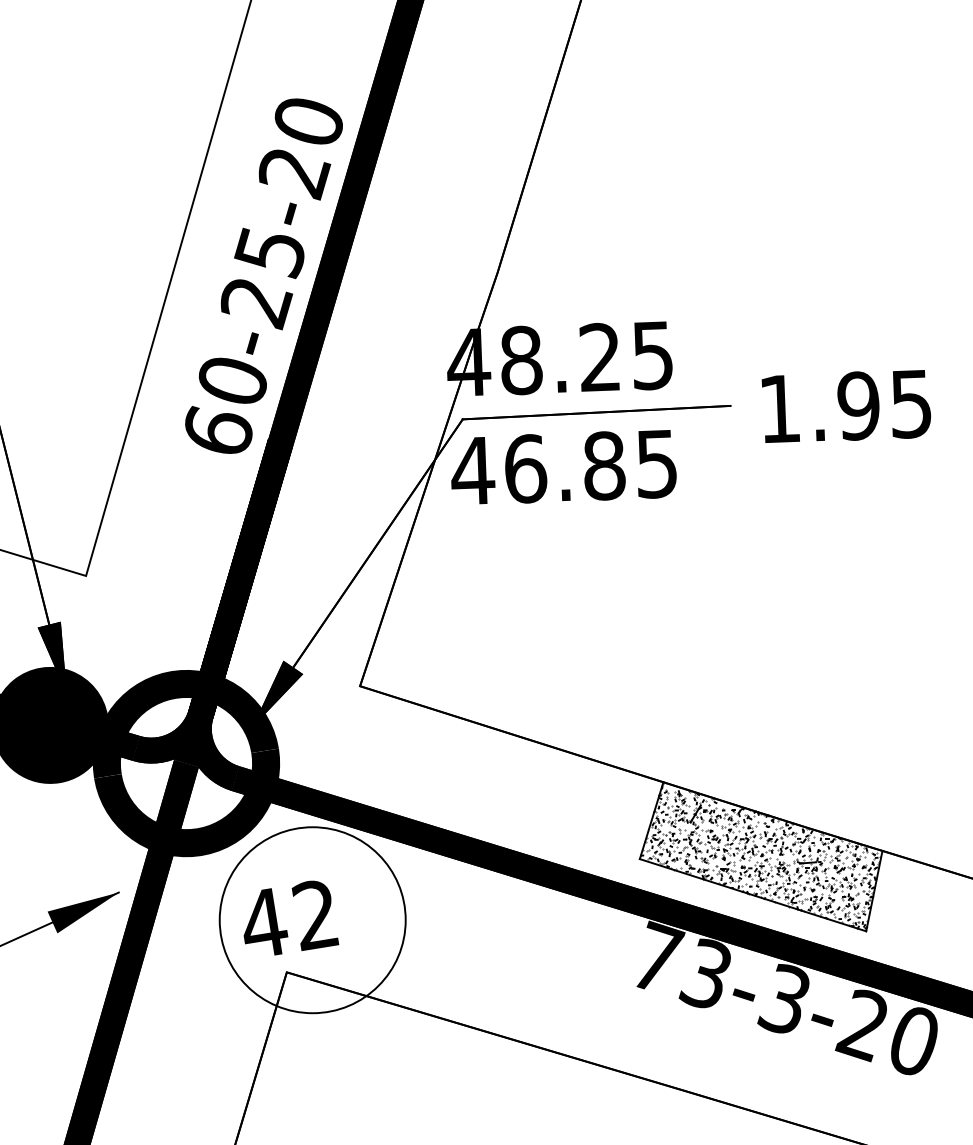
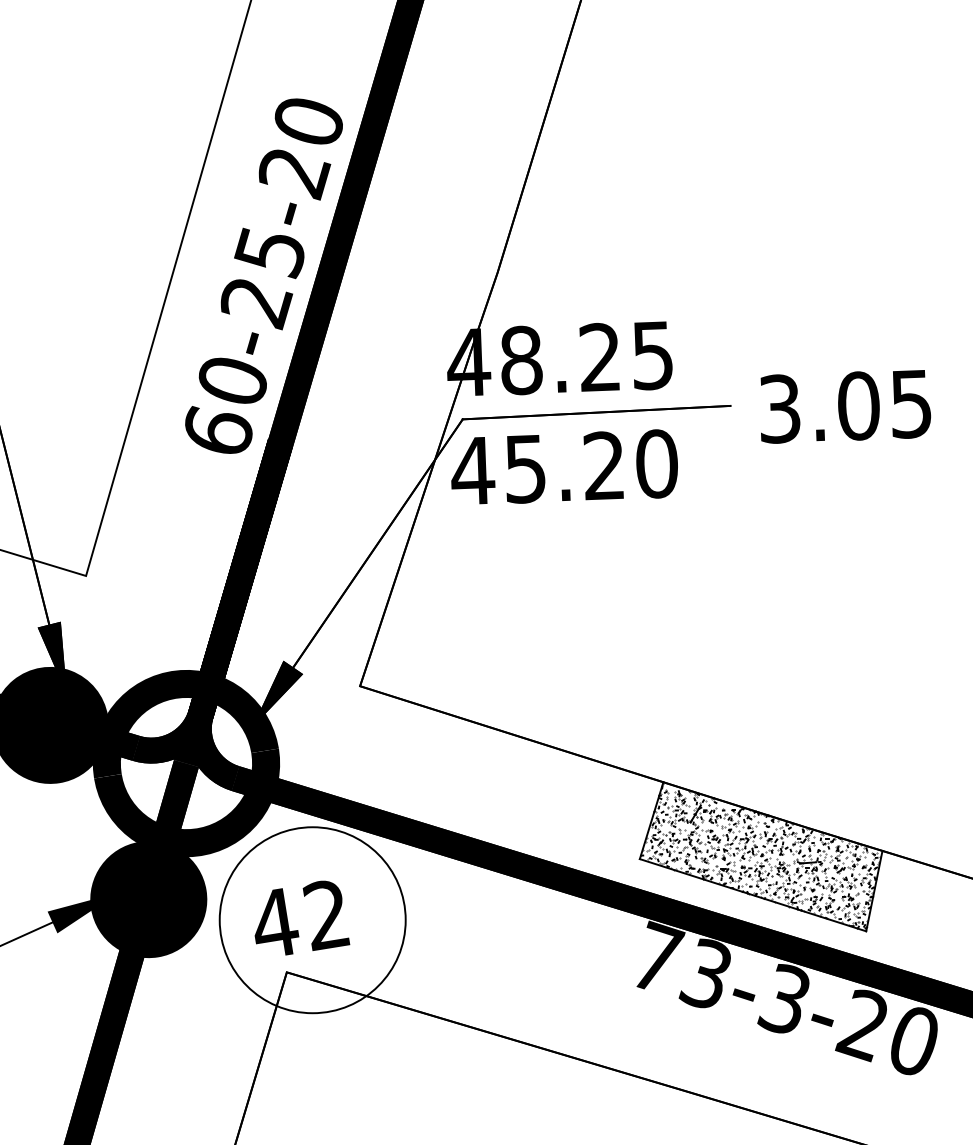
text at (819, 407): 1.95 -> 3.05
text at (591, 466): 46.85 -> 45.20
fill at (148, 899): none -> present
text at (291, 917) position: (291, 917) -> (302, 917)
